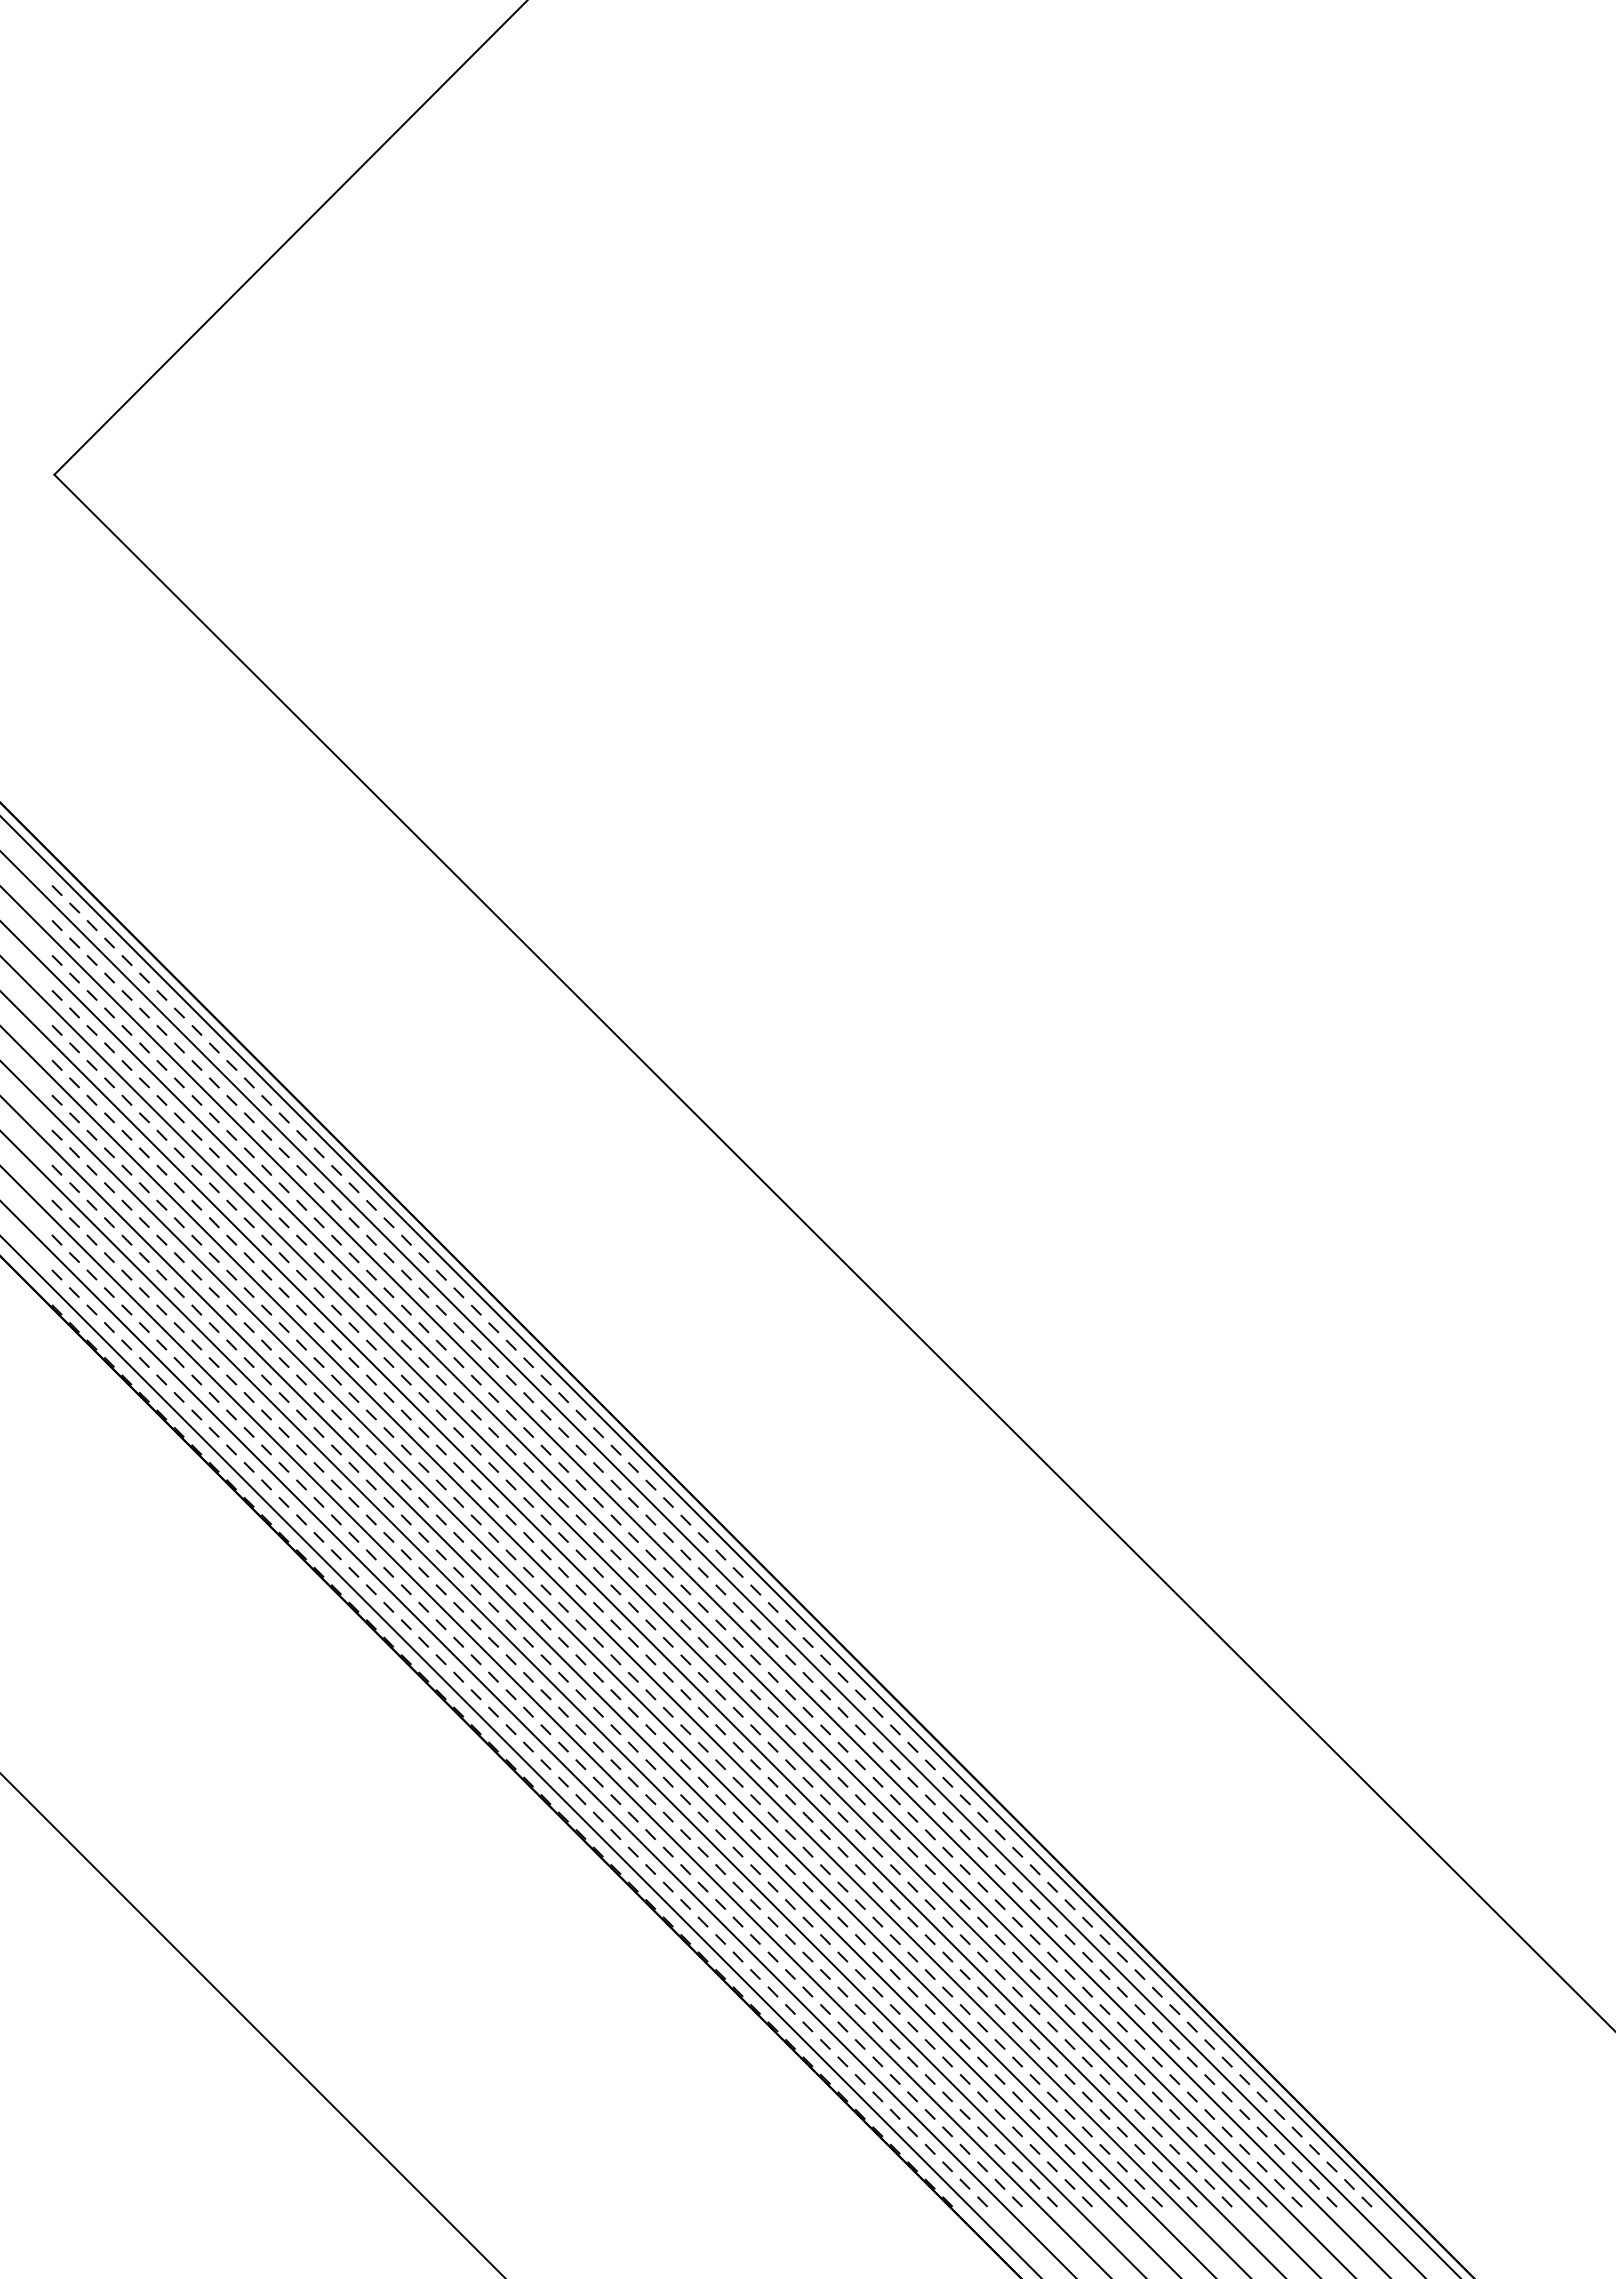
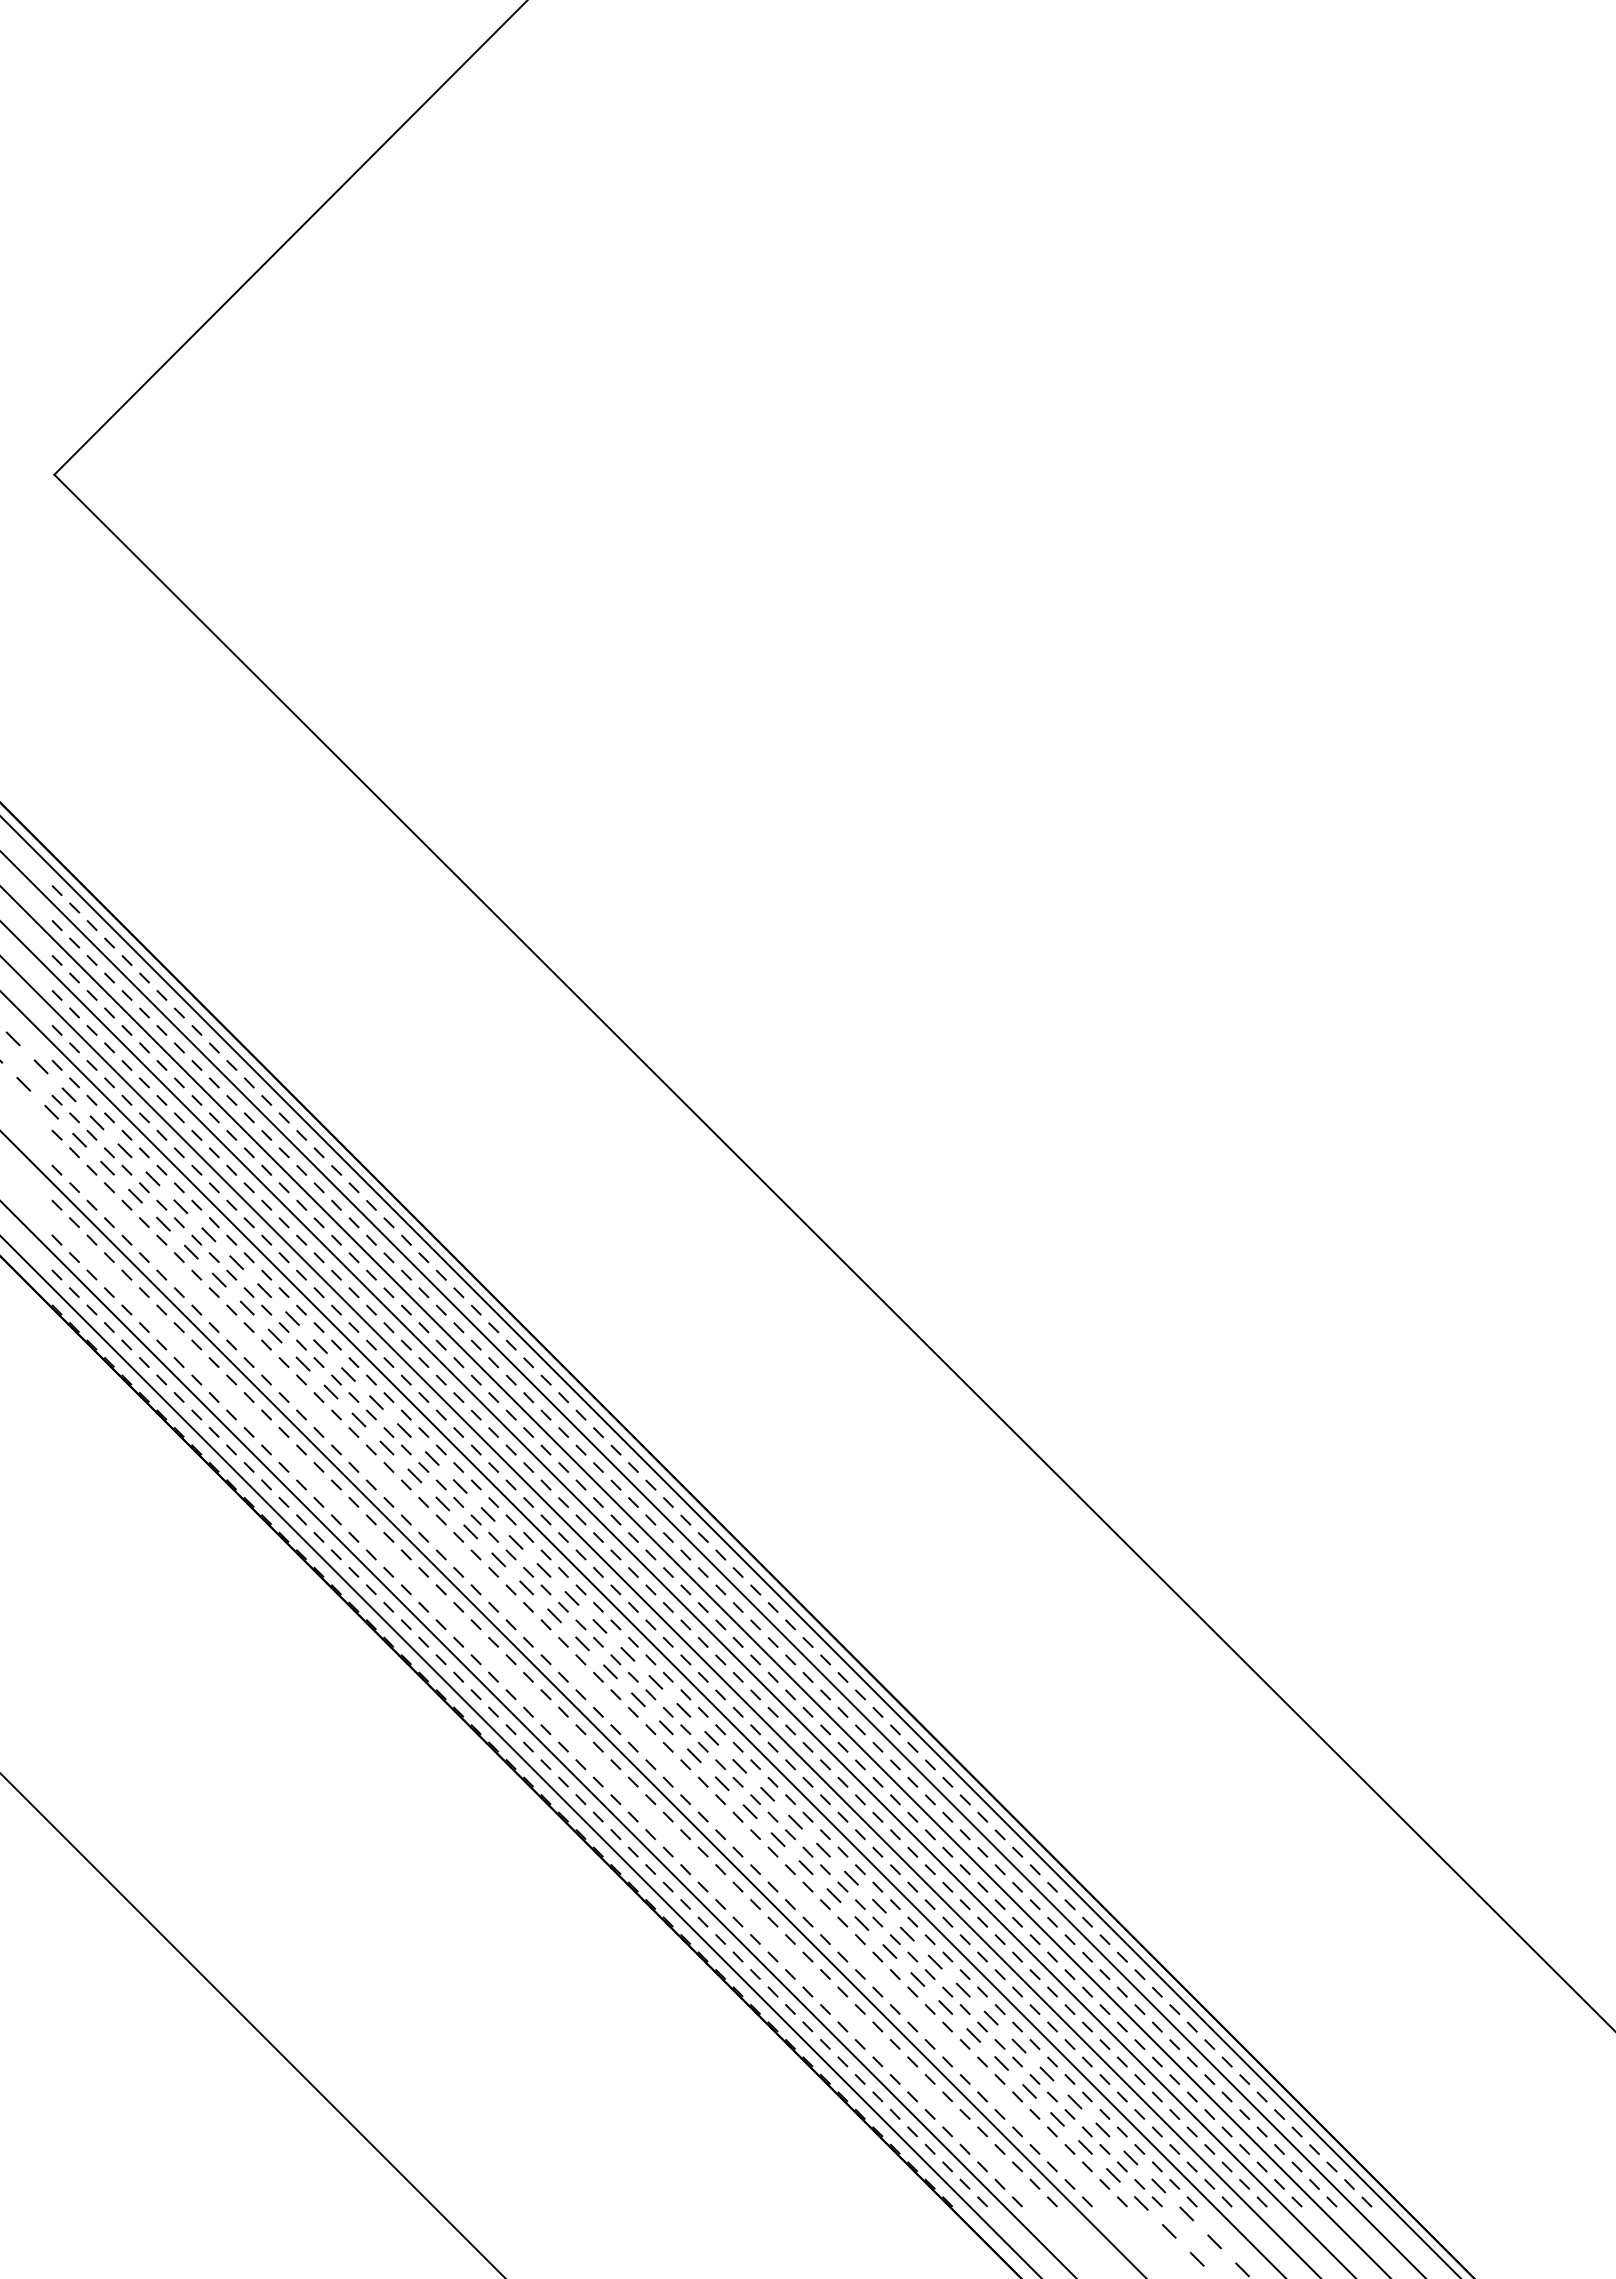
line at (625, 1652): solid -> dashed
line at (608, 1670): solid -> dashed
line at (590, 1686): present -> none
line at (555, 1721): present -> none
